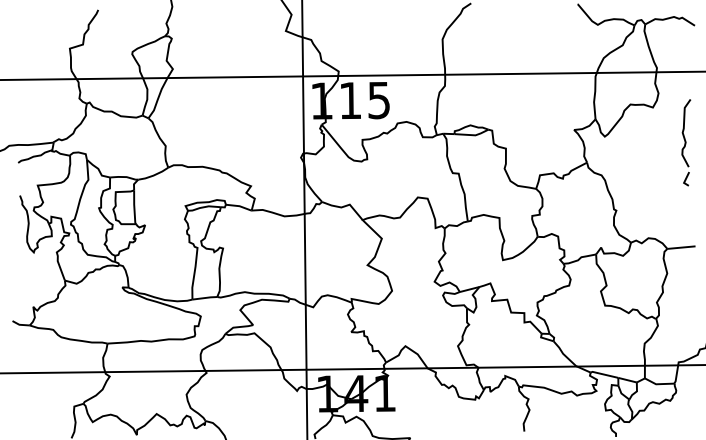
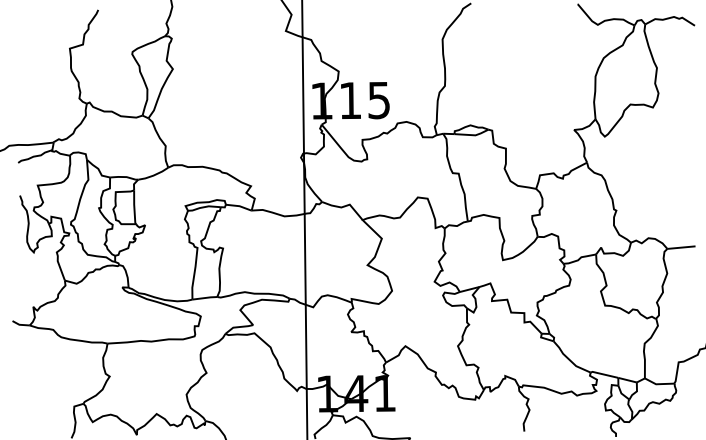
line at (352, 75): present -> none
part at (686, 142): present -> none
line at (352, 369): present -> none
